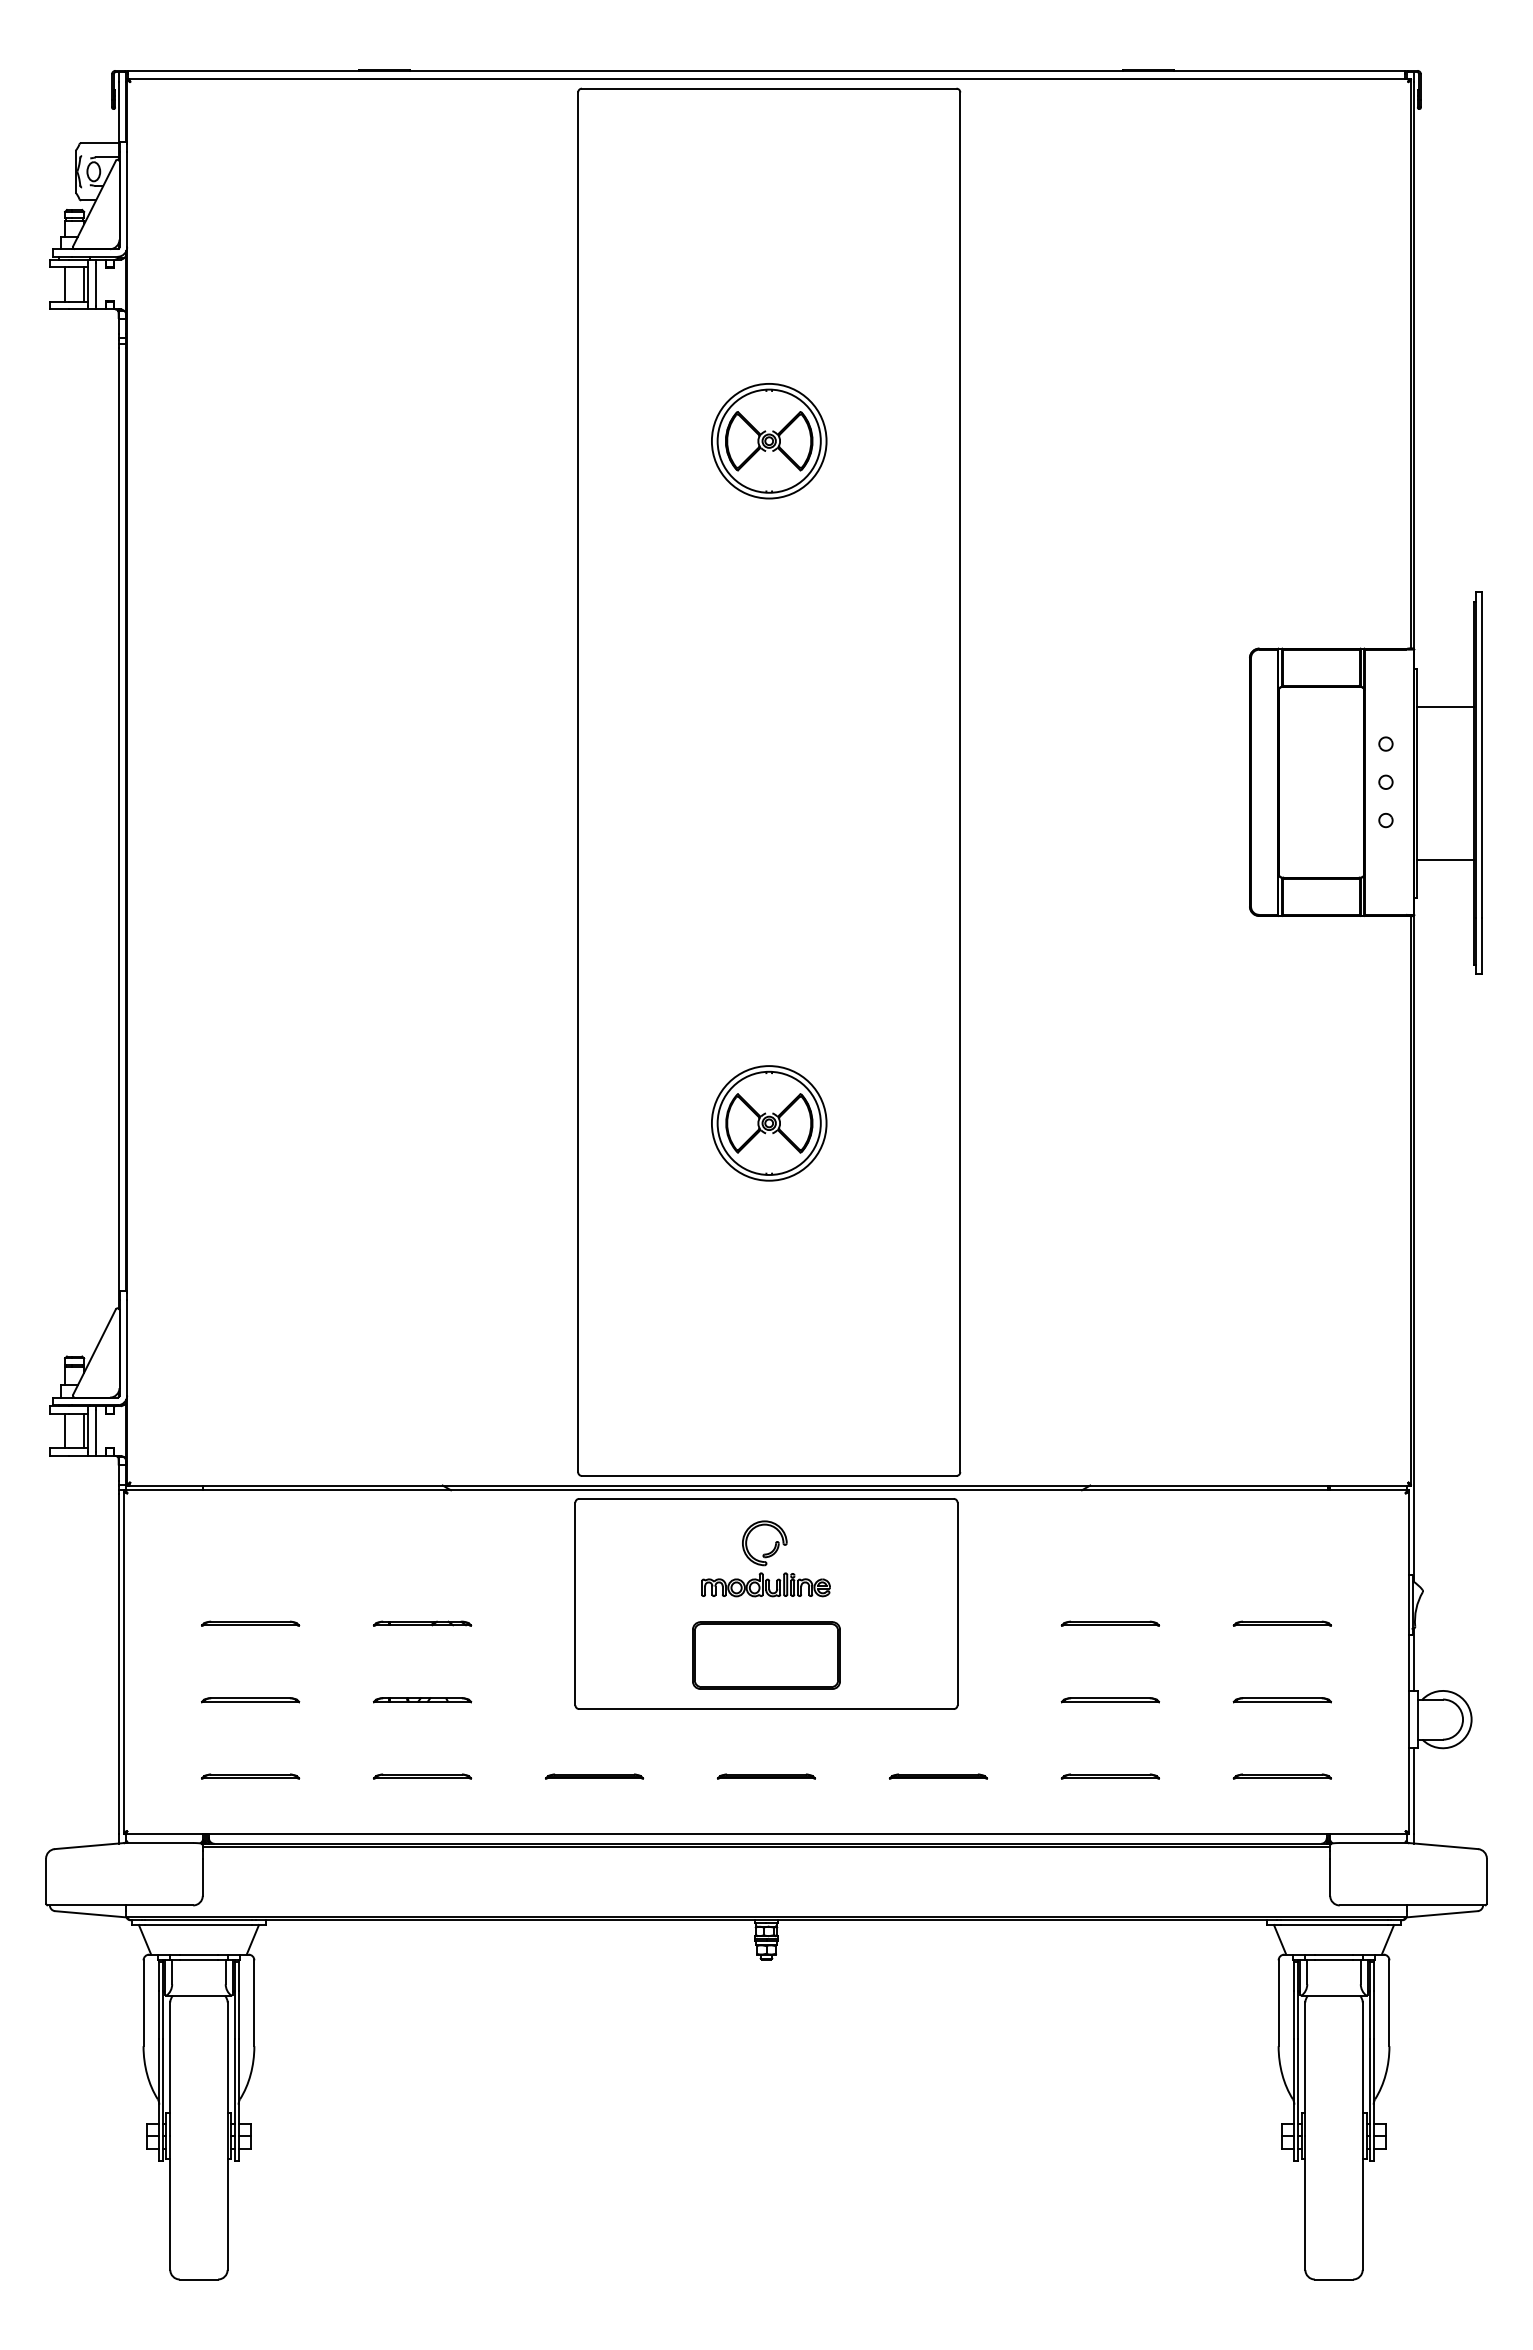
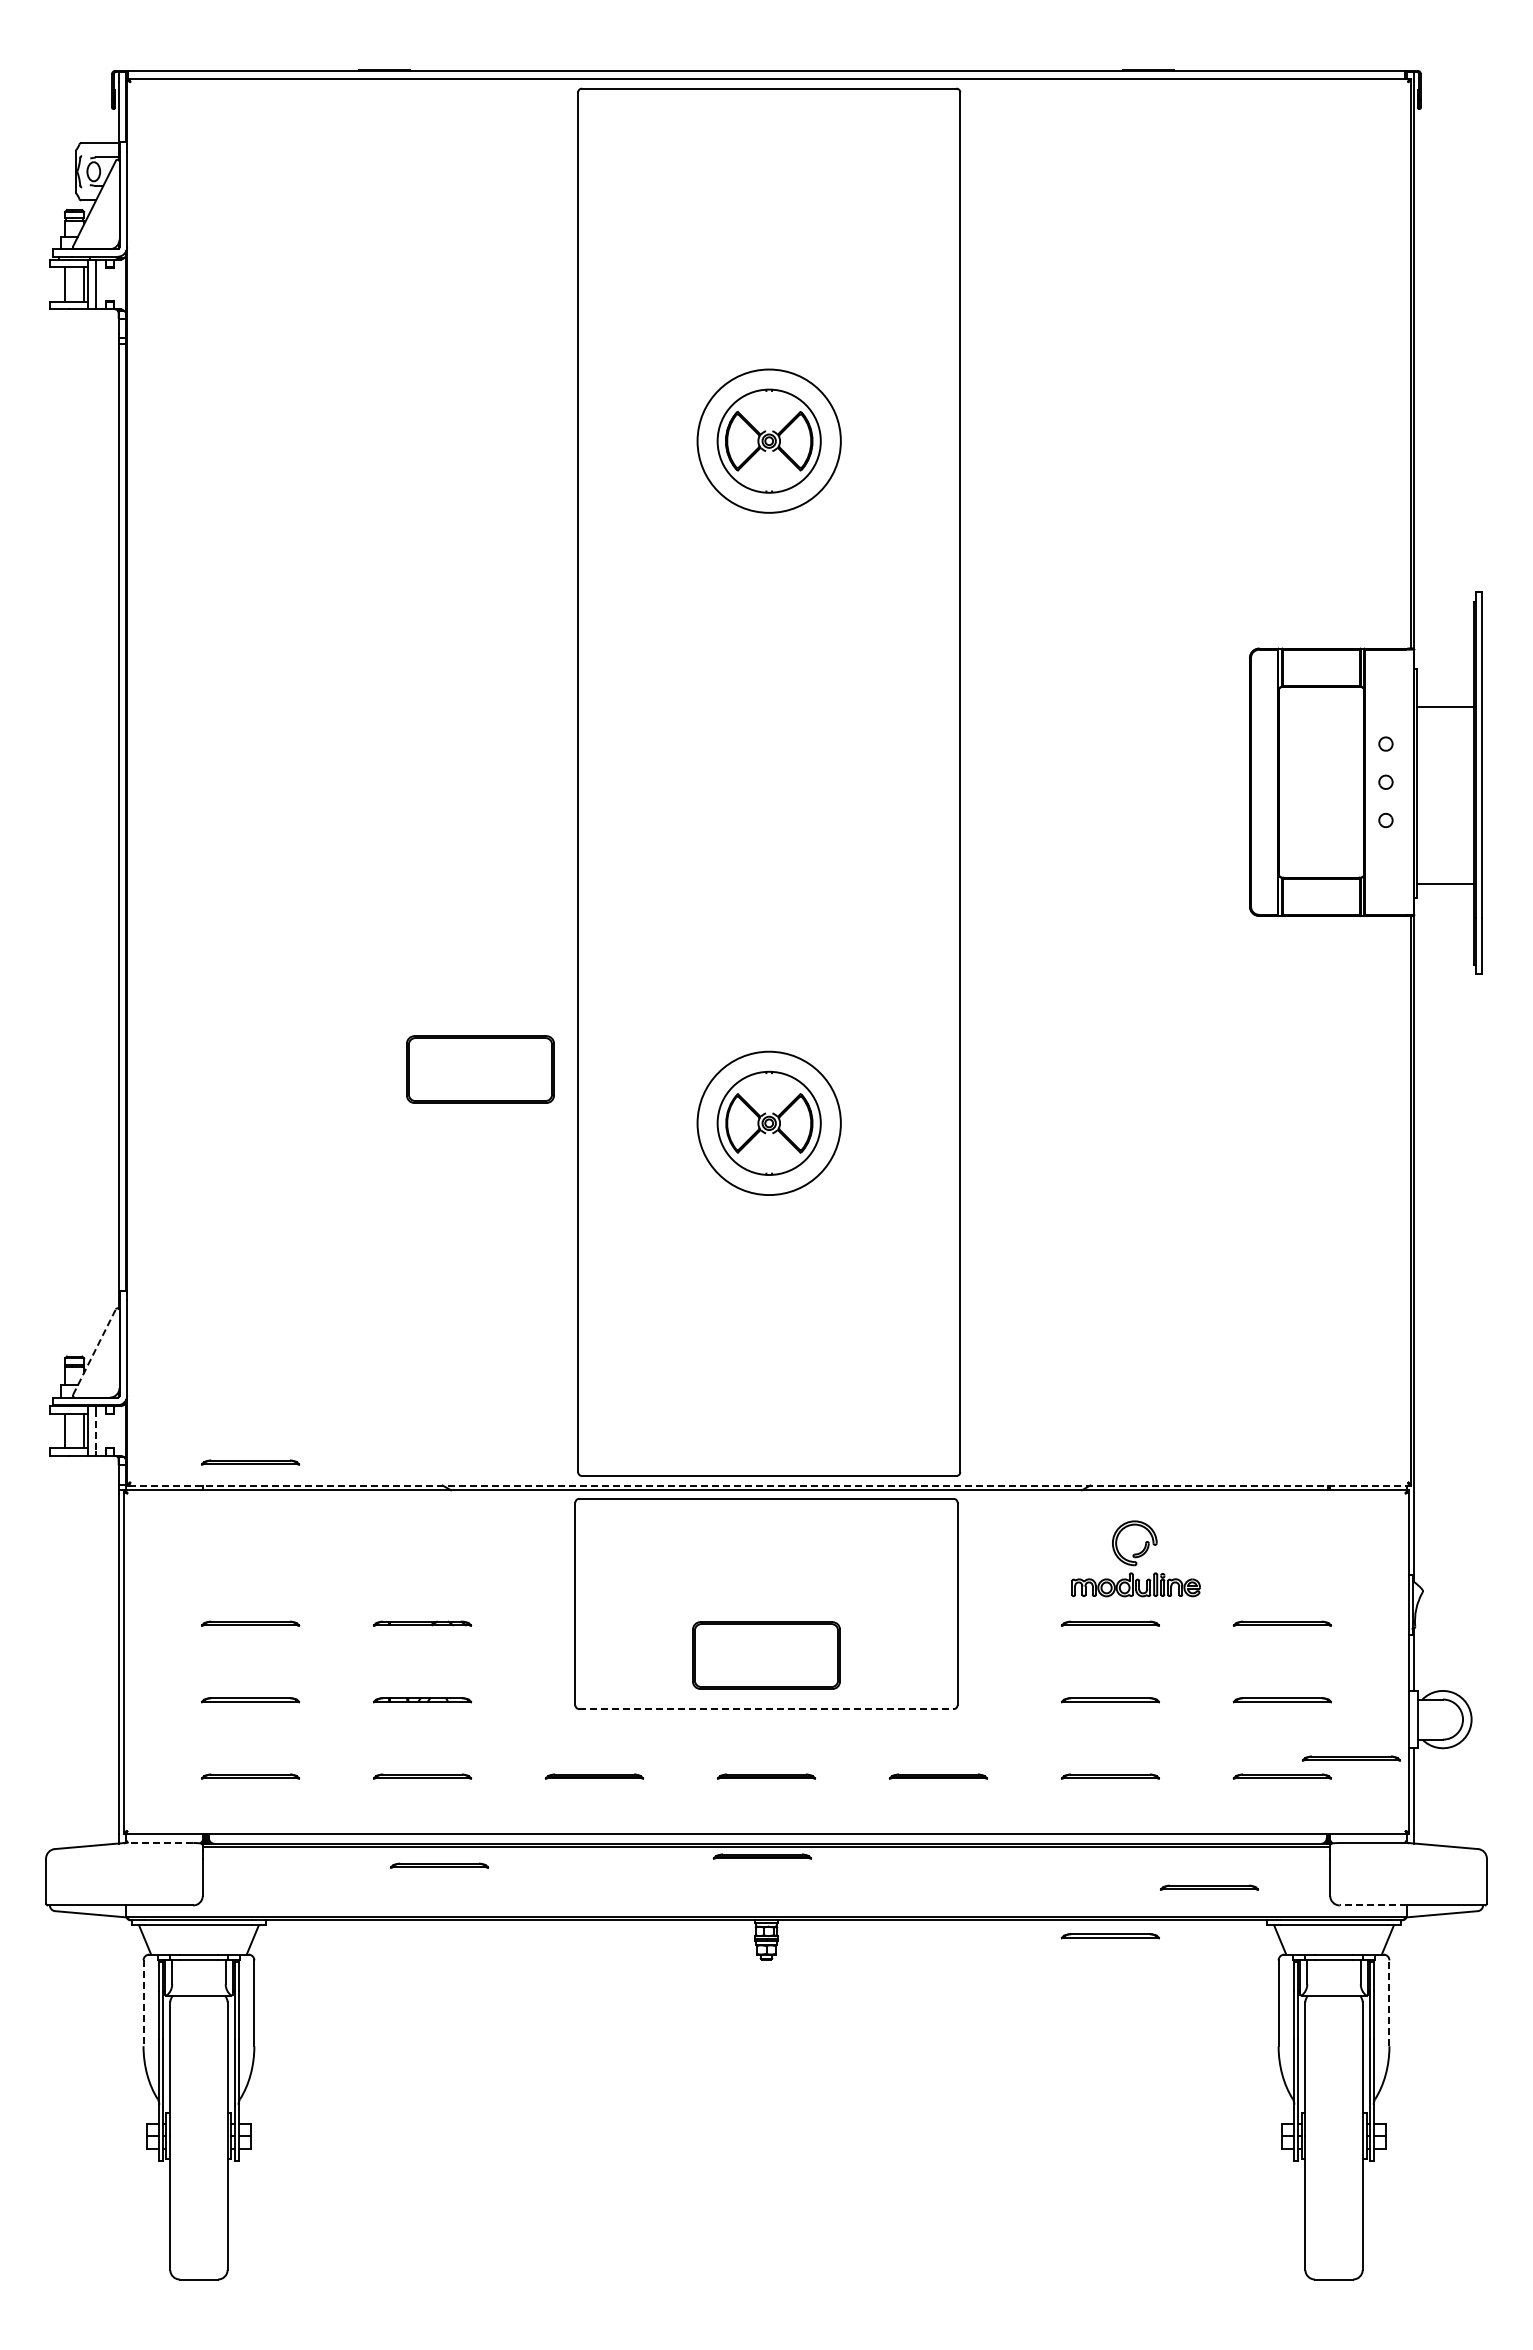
circle at (768, 440) diameter: 115 px -> 143 px
line at (1444, 859) position: (1444, 859) -> (1444, 883)
part at (480, 1069): none -> present
circle at (768, 1123) diameter: 115 px -> 143 px
line at (94, 1352): solid -> dashed
line at (95, 1431): solid -> dashed
part at (250, 1462): none -> present
line at (769, 1485): solid -> dashed
part at (765, 1558) position: (765, 1558) -> (1135, 1558)
line at (767, 1709): solid -> dashed
part at (1350, 1758): none -> present
line at (159, 1843): solid -> dashed
part at (761, 1856): none -> present
part at (439, 1865): none -> present
part at (1208, 1887): none -> present
line at (1372, 1905): solid -> dashed
part at (1109, 1936): none -> present
line at (143, 2003): solid -> dashed
line at (1389, 2003): solid -> dashed
